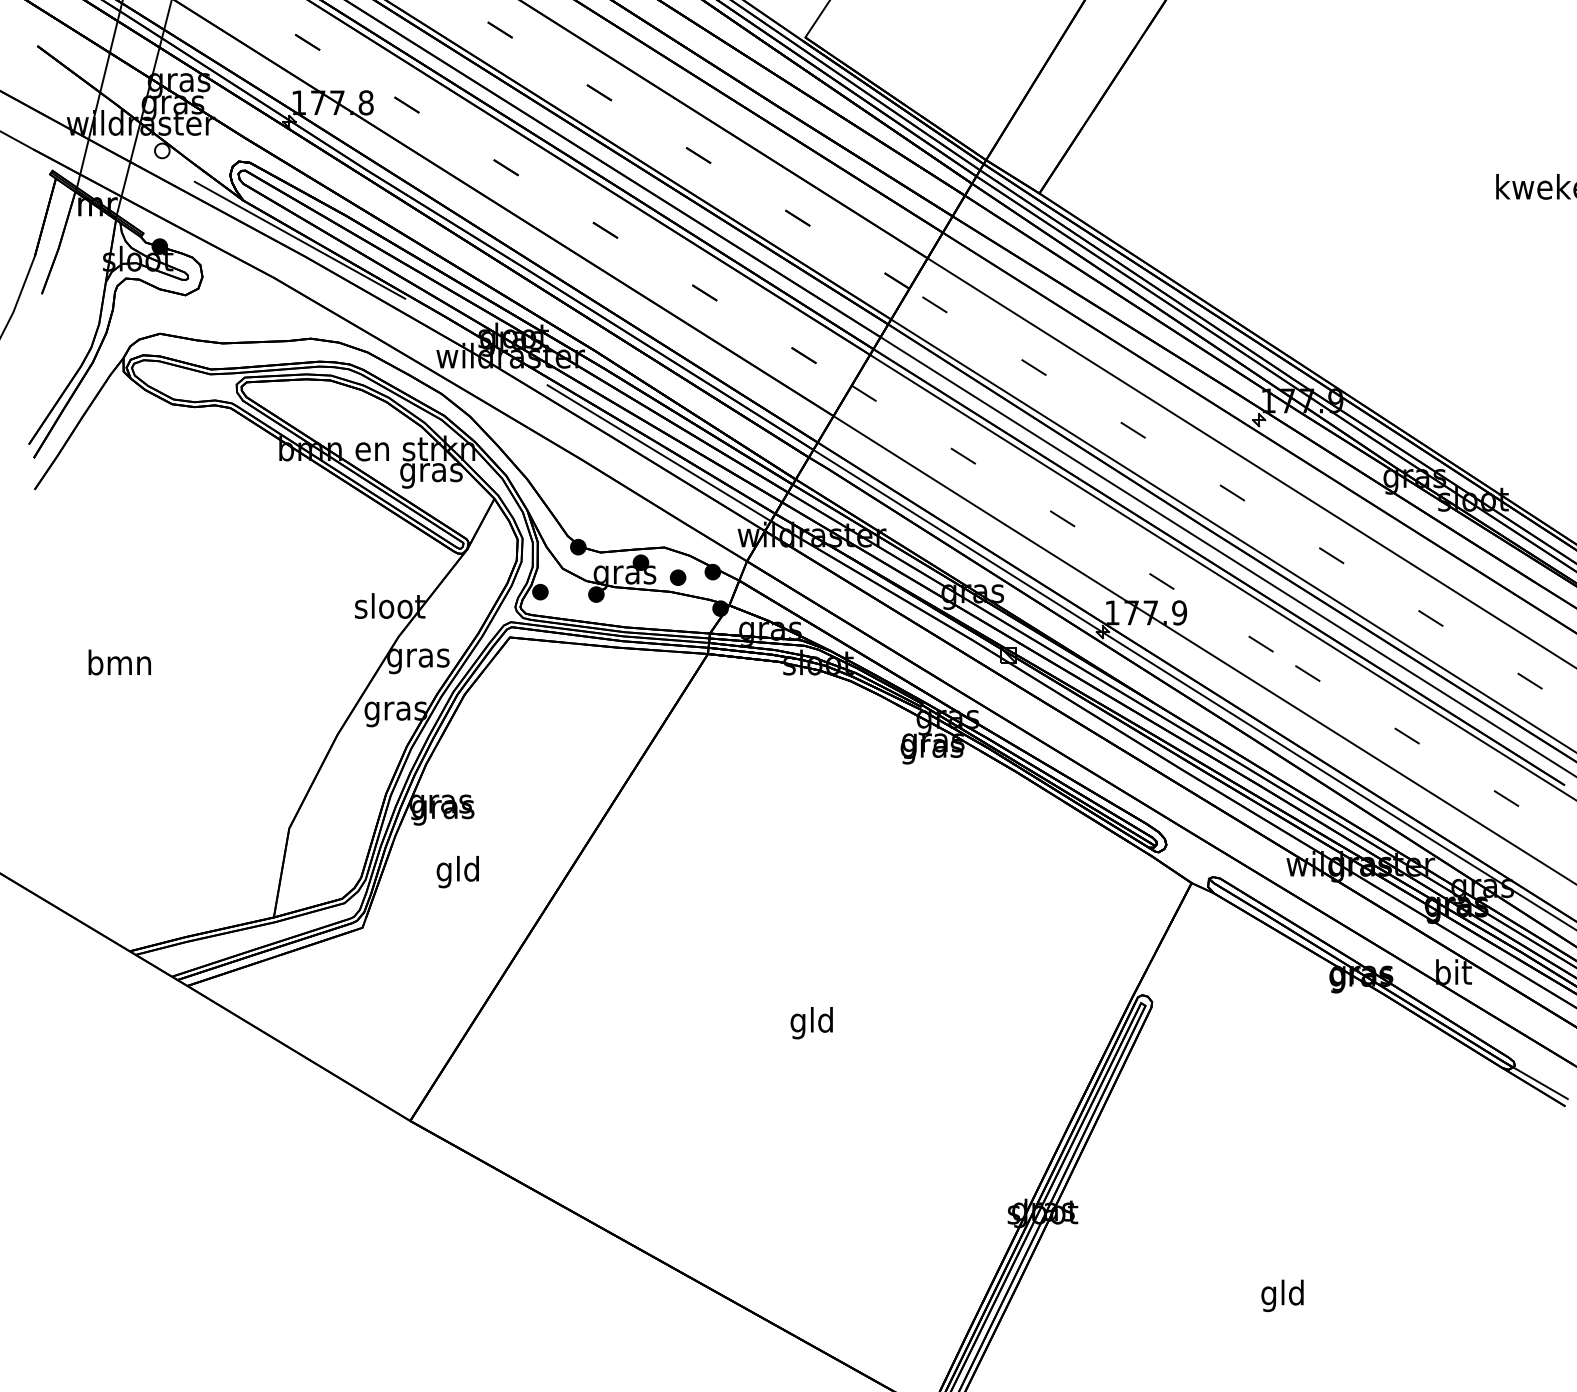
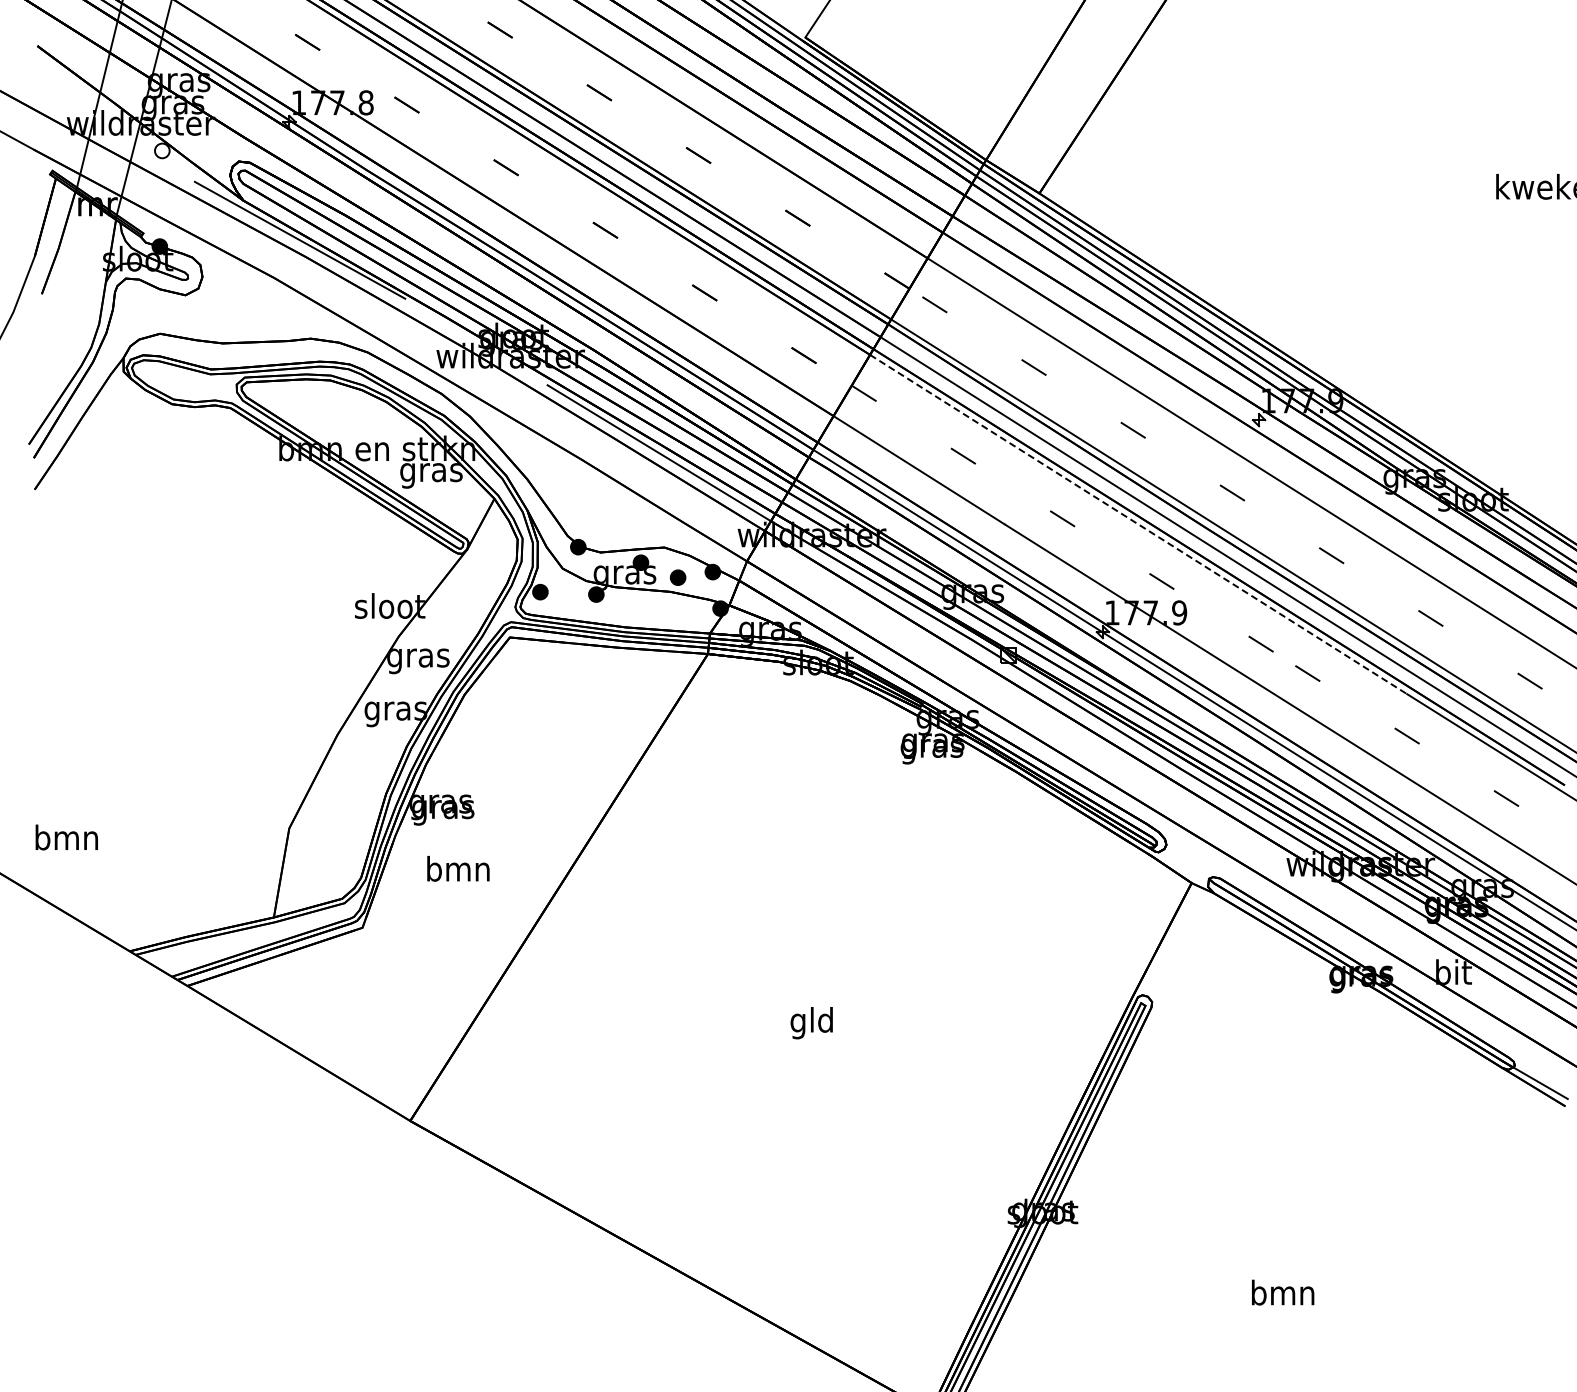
line at (1138, 524): solid -> dashed
text at (119, 662) position: (119, 662) -> (66, 837)
text at (458, 872): gld -> bmn
text at (1283, 1295): gld -> bmn
